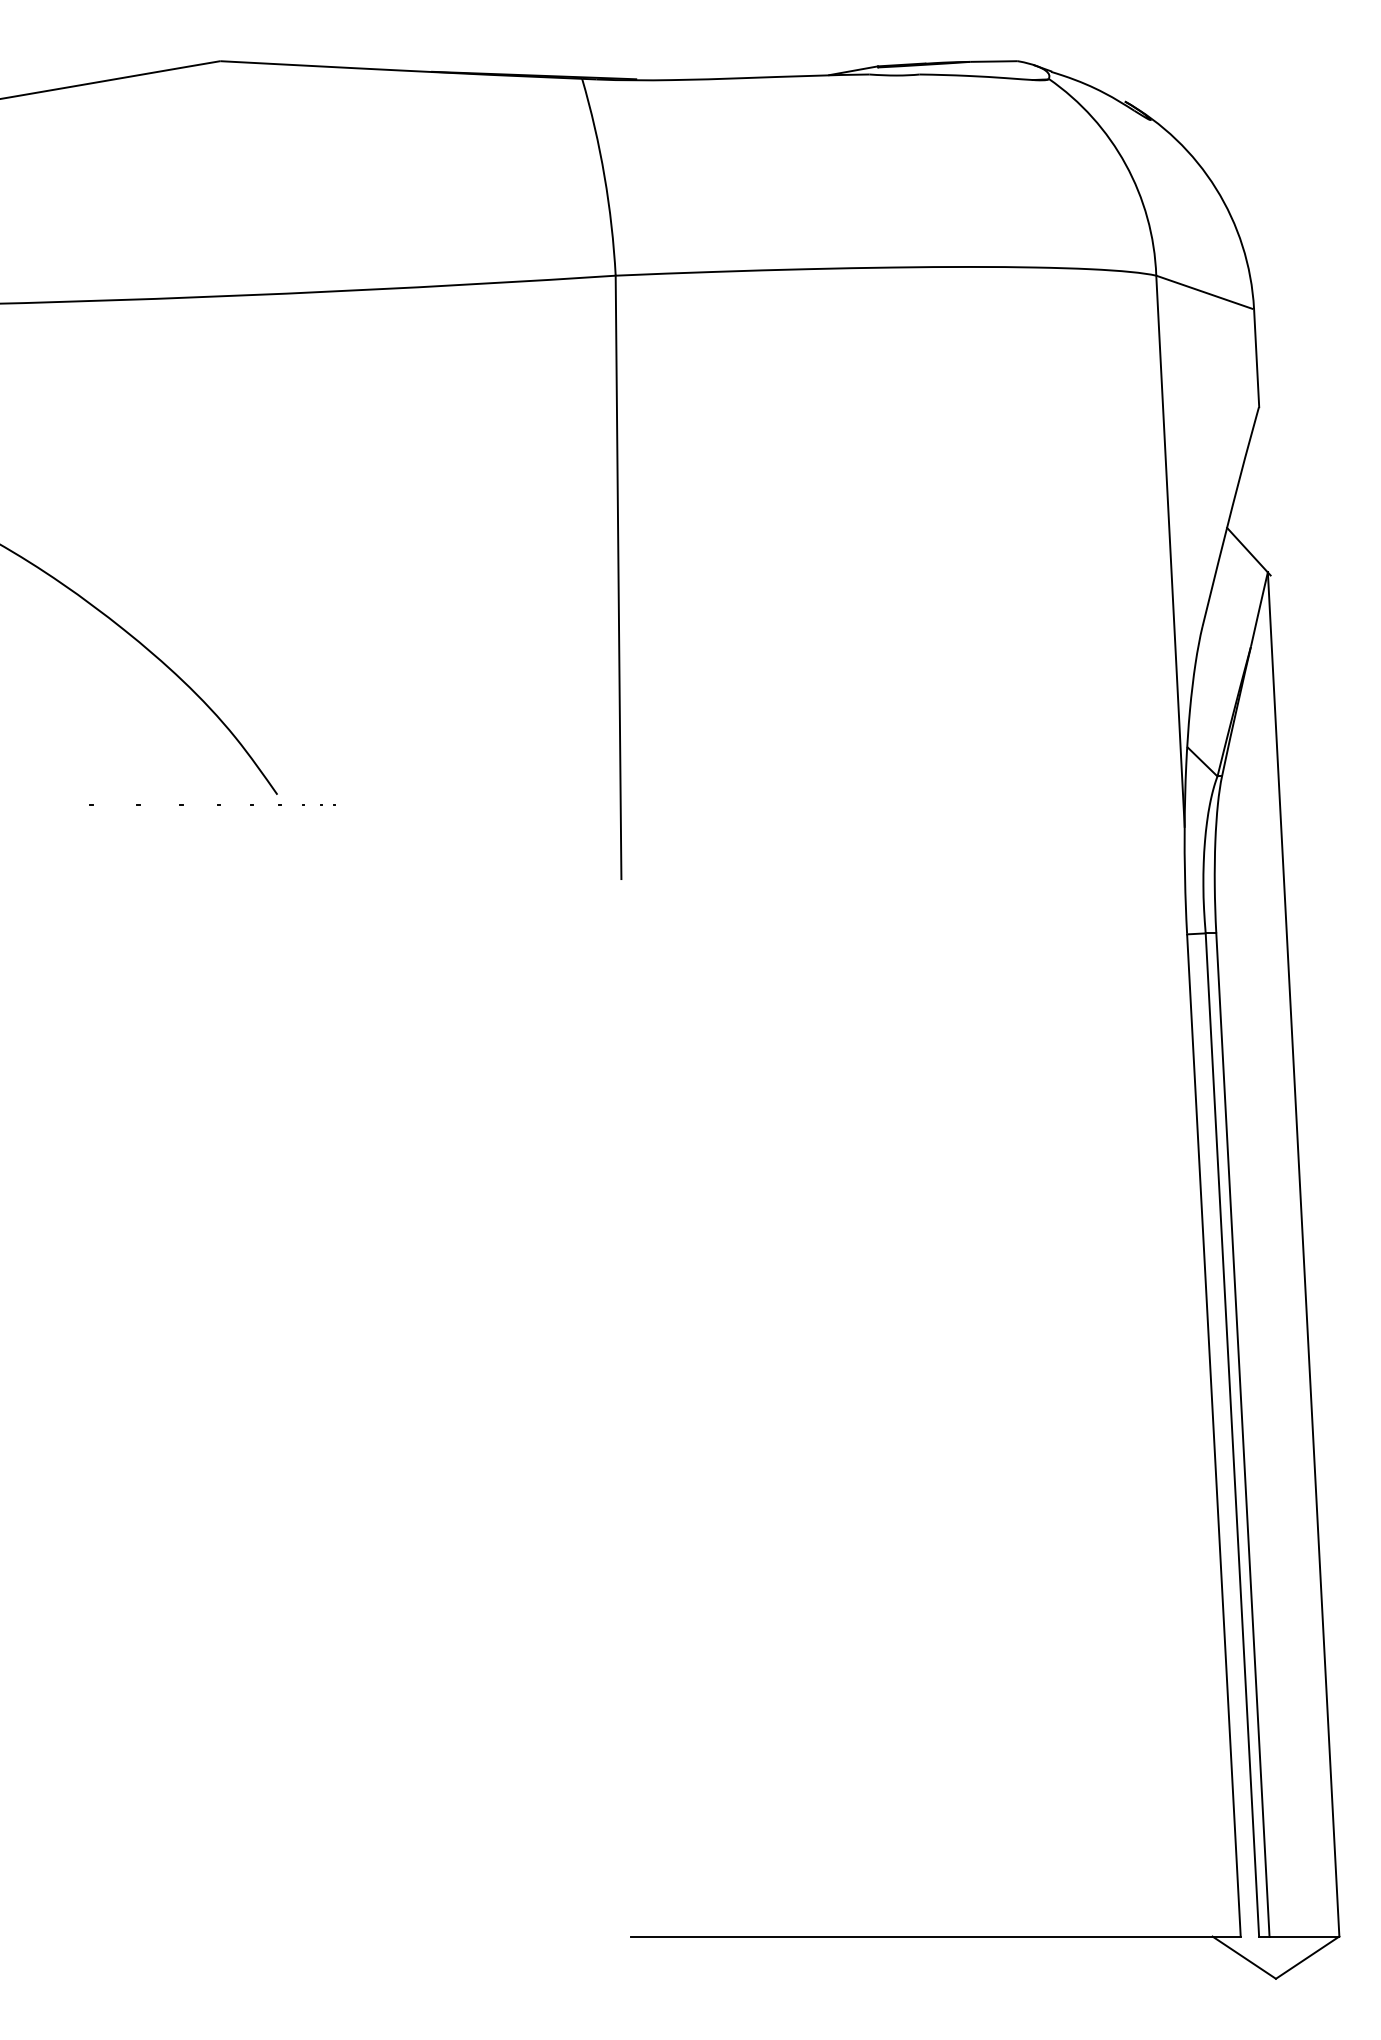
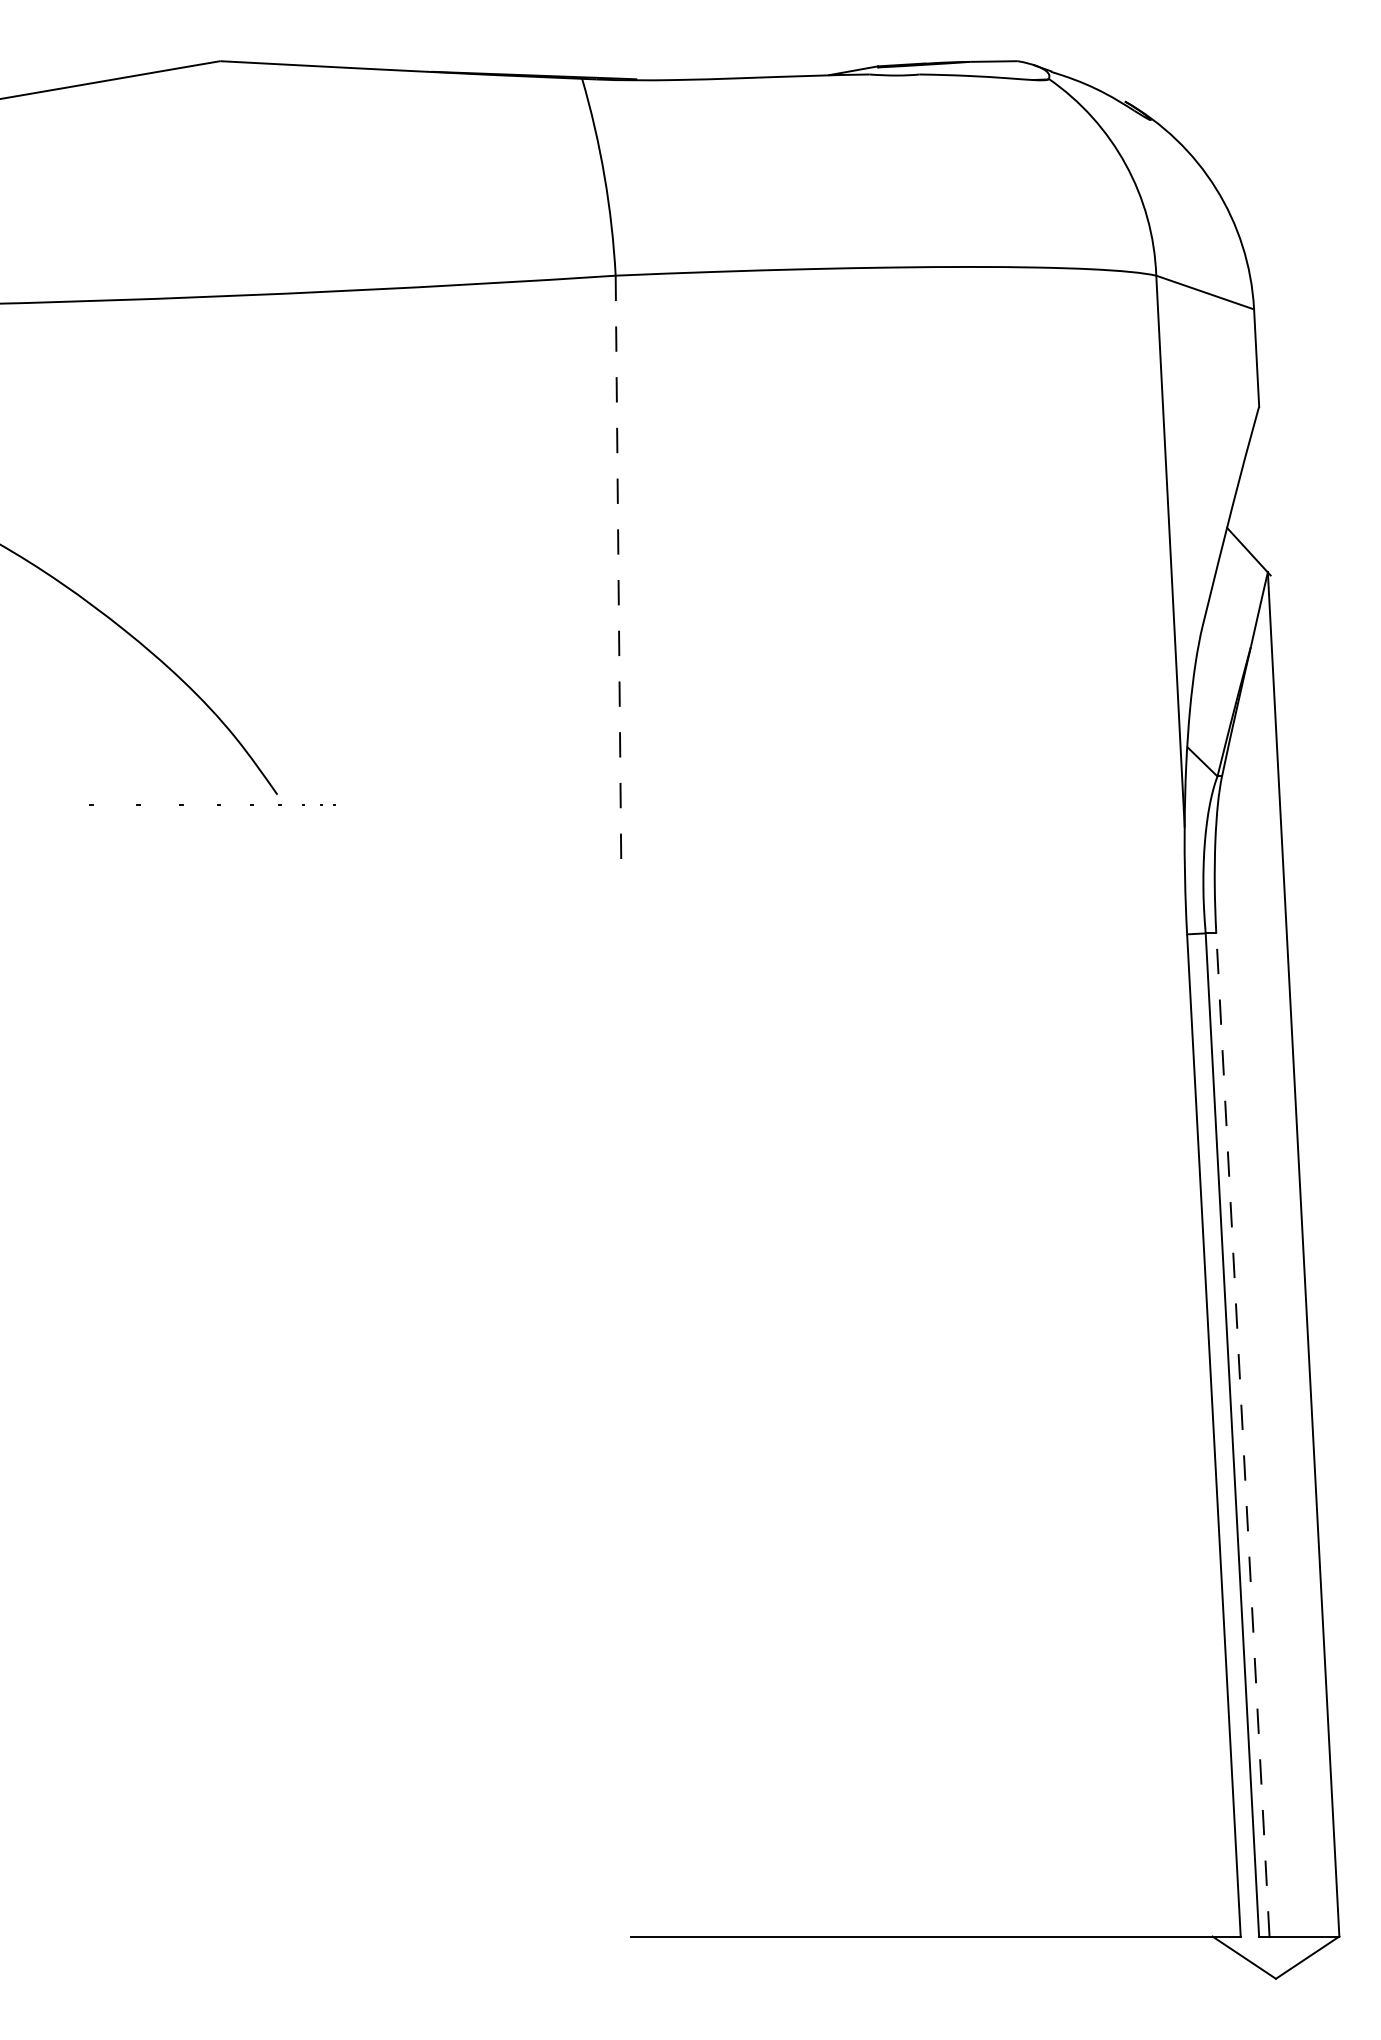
line at (618, 577): solid -> dashed
line at (1242, 1434): solid -> dashed
